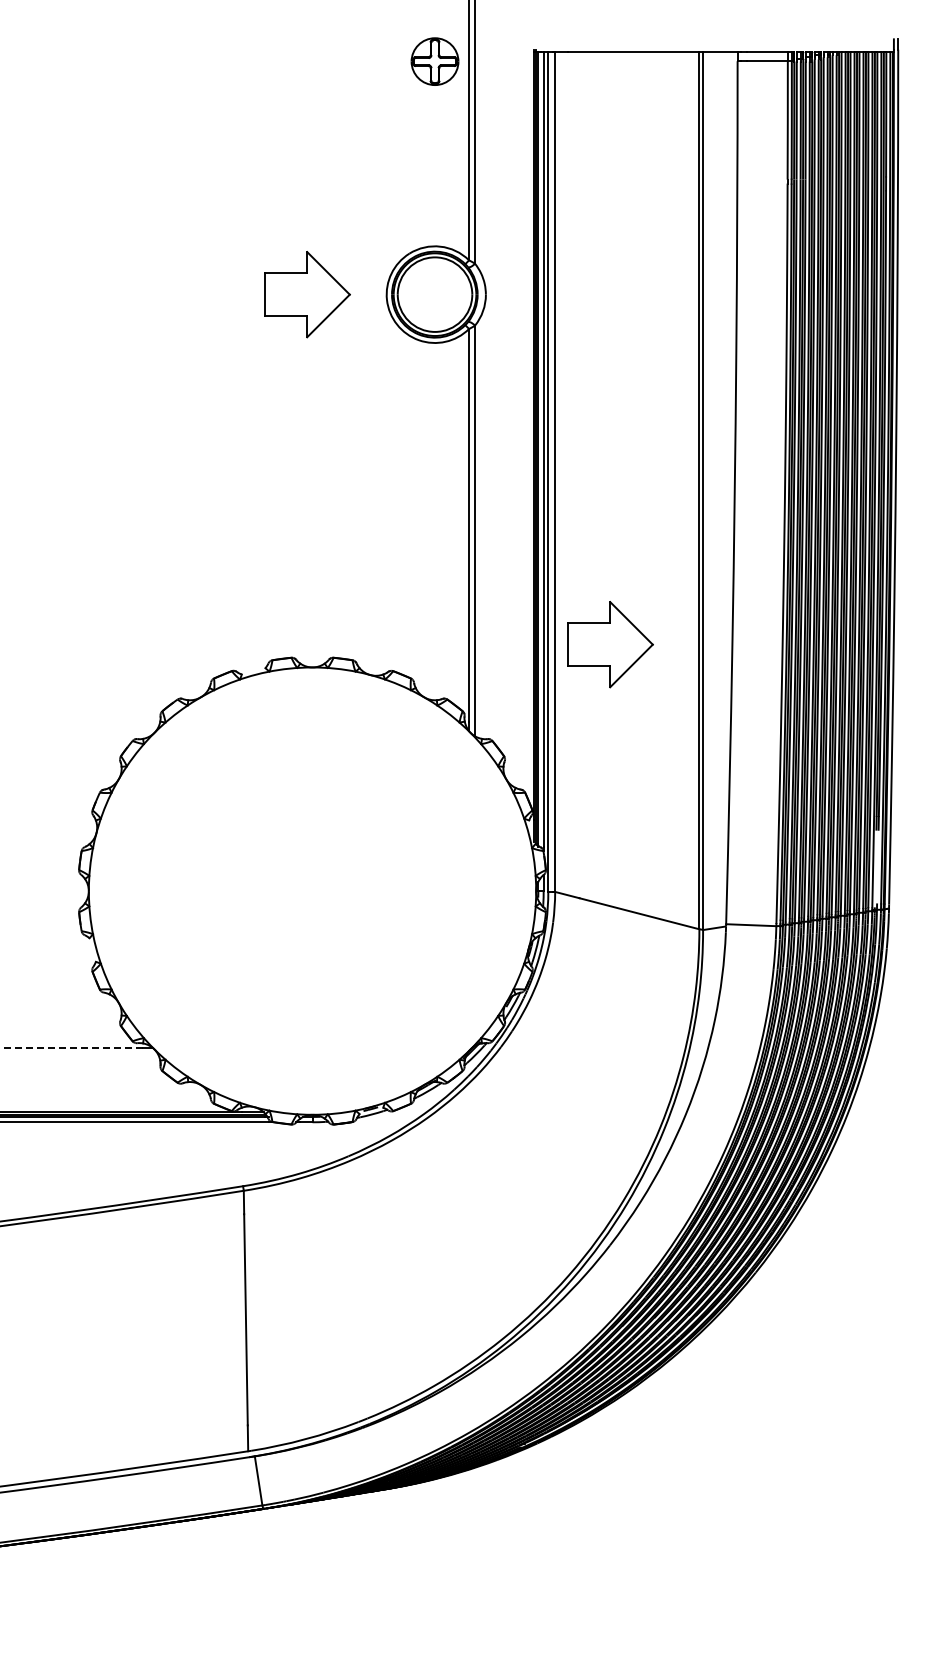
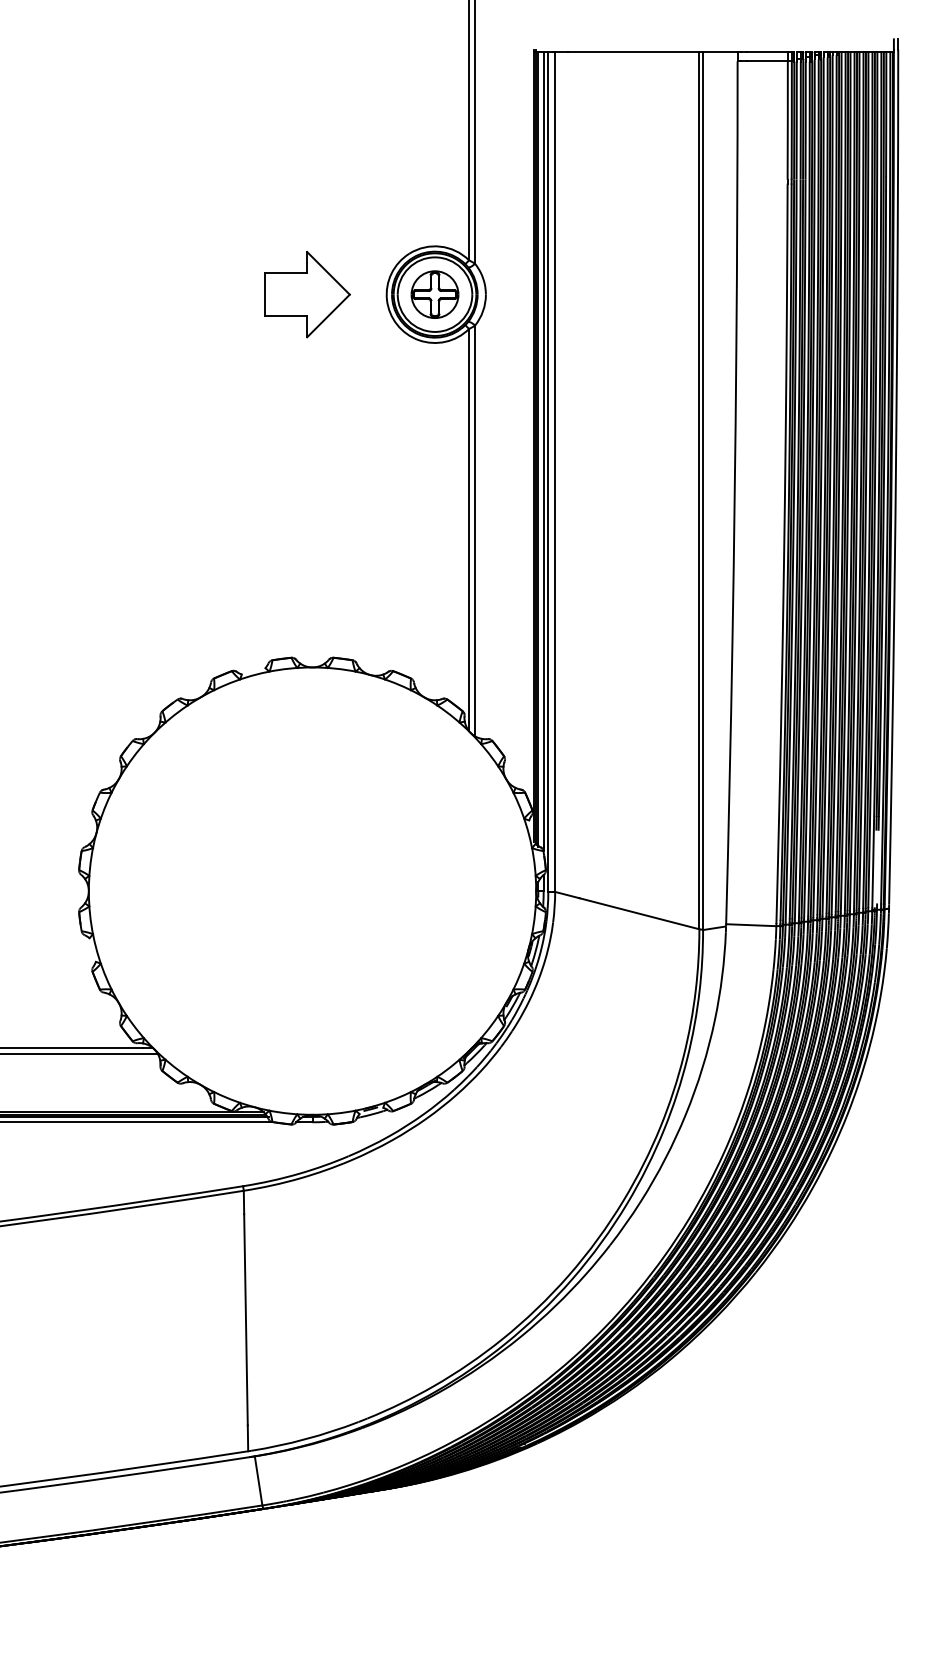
part at (434, 61) position: (434, 61) -> (434, 294)
part at (610, 644): present -> none
line at (71, 1047): dashed -> solid
line at (79, 1053): none -> present
